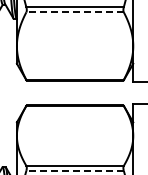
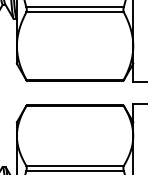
line at (75, 12): dashed -> solid
line at (75, 170): dashed -> solid
